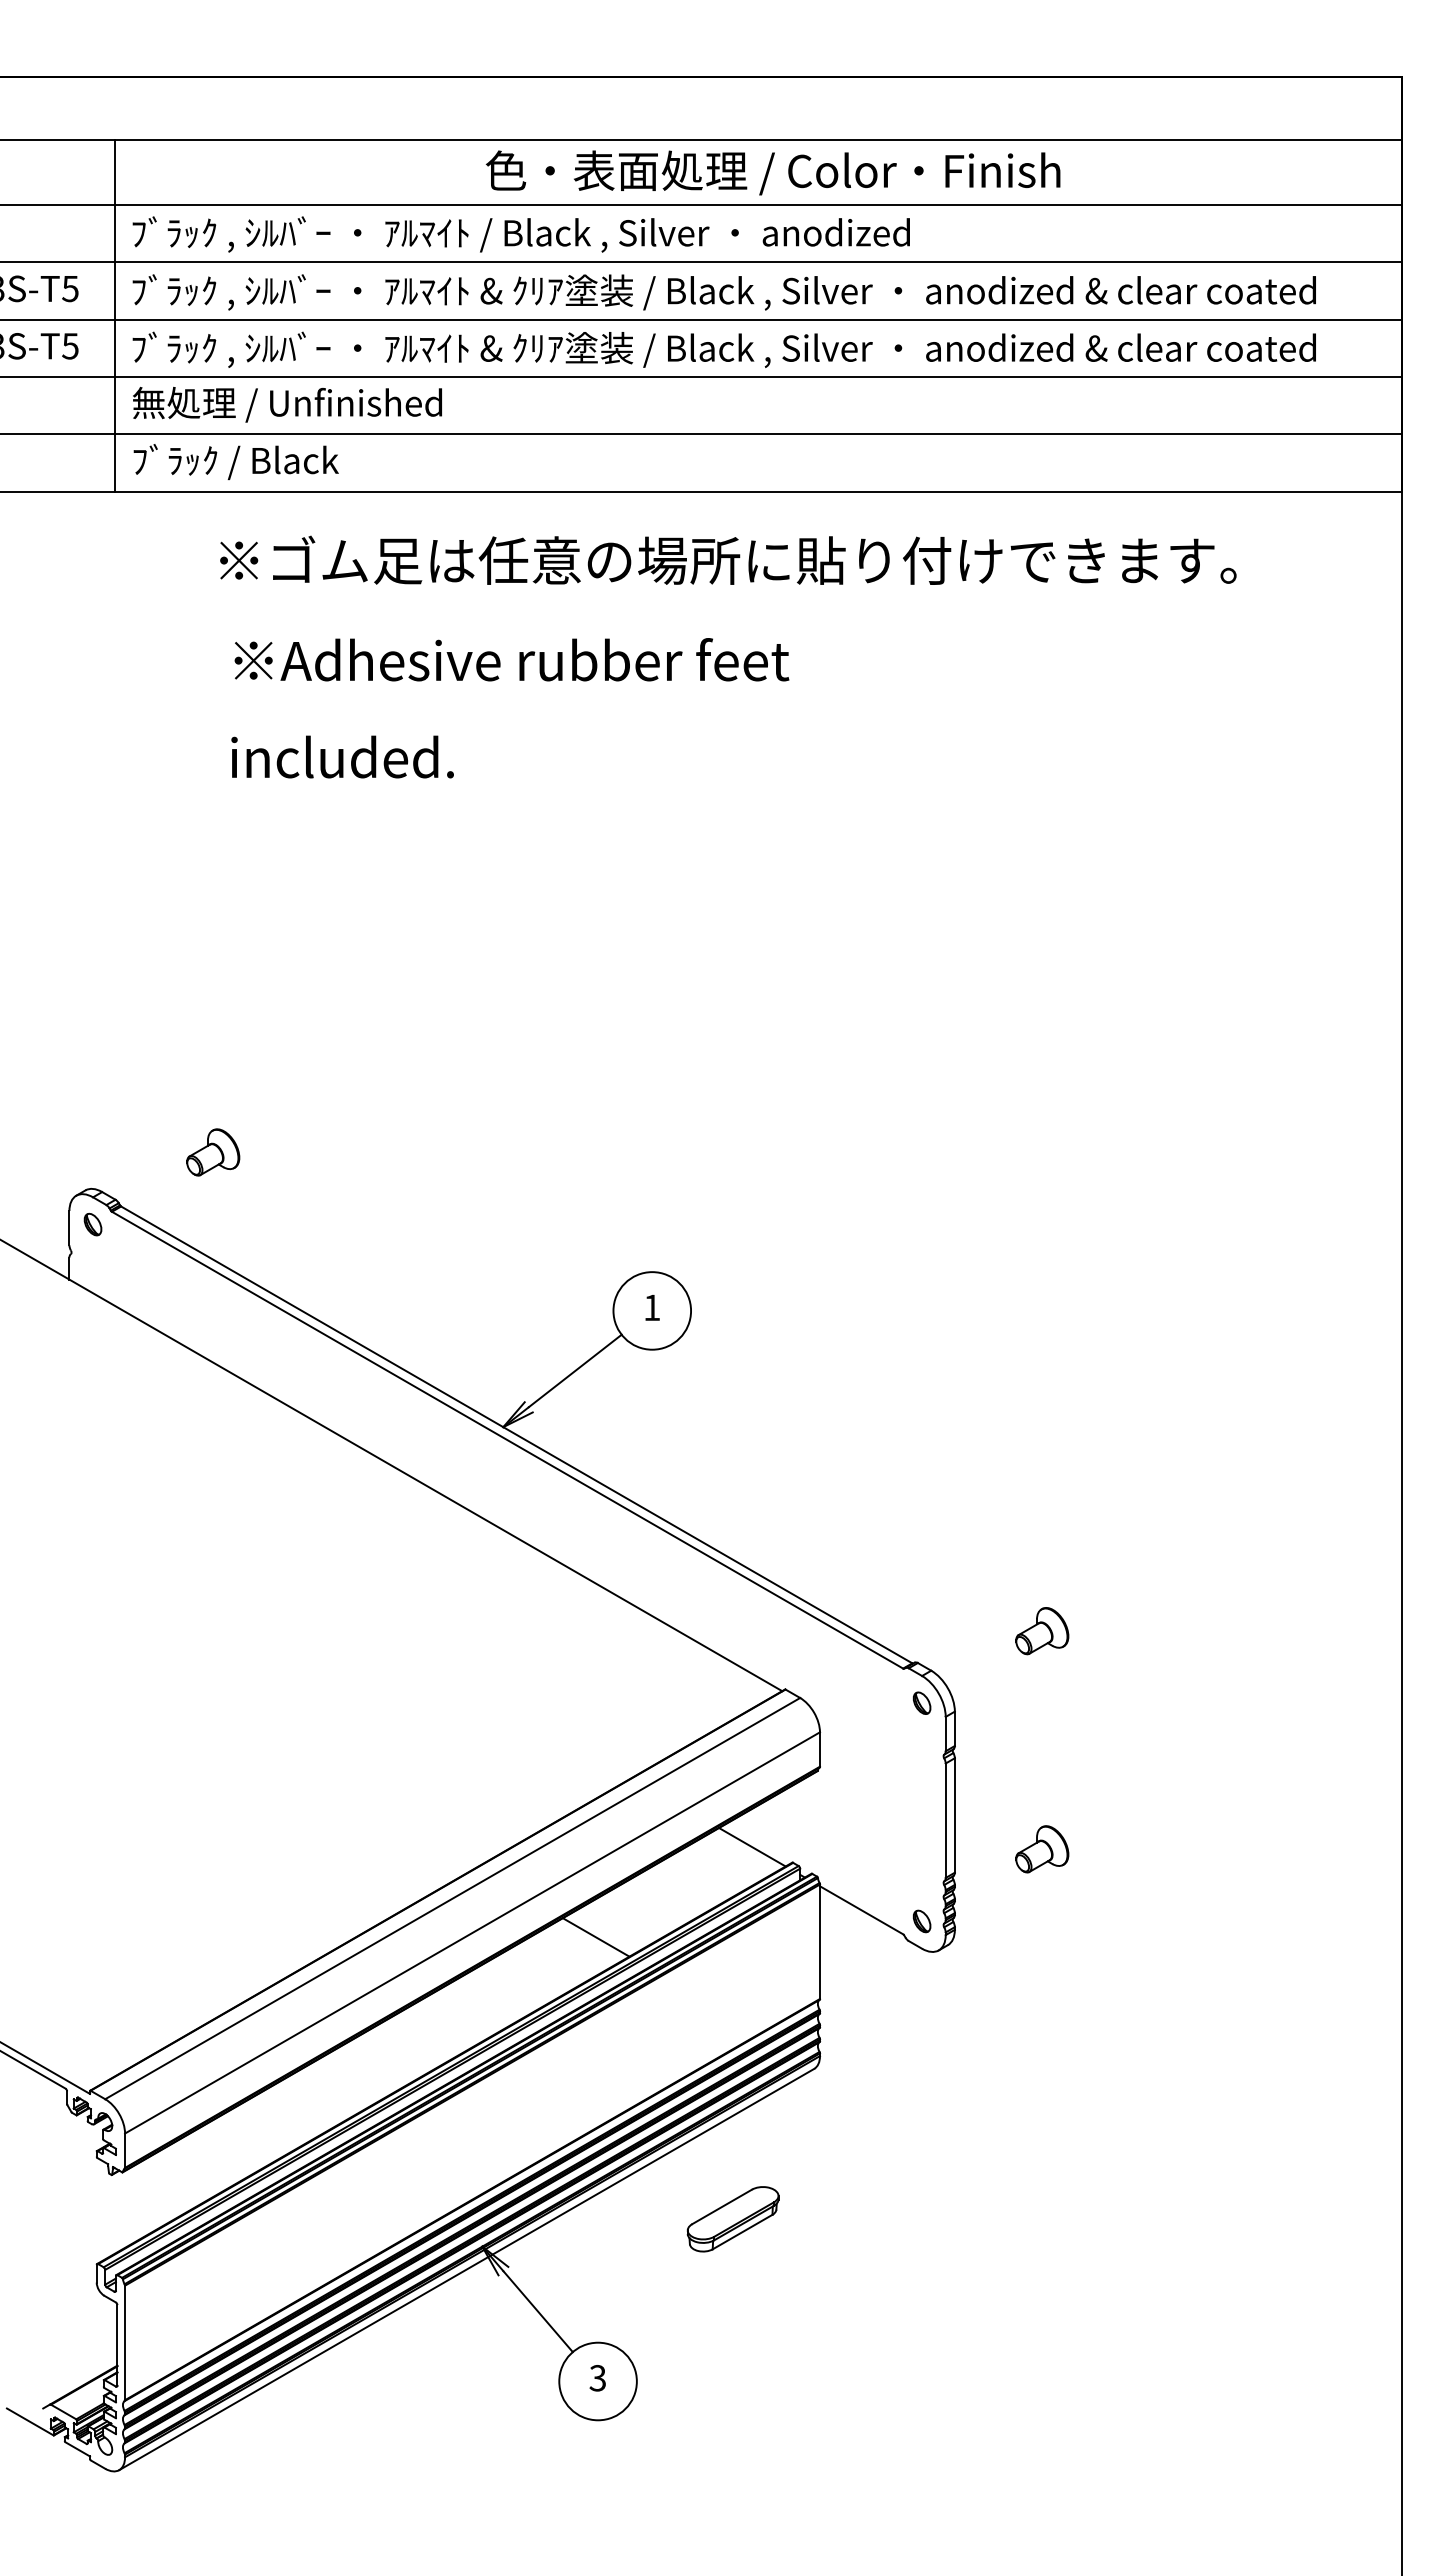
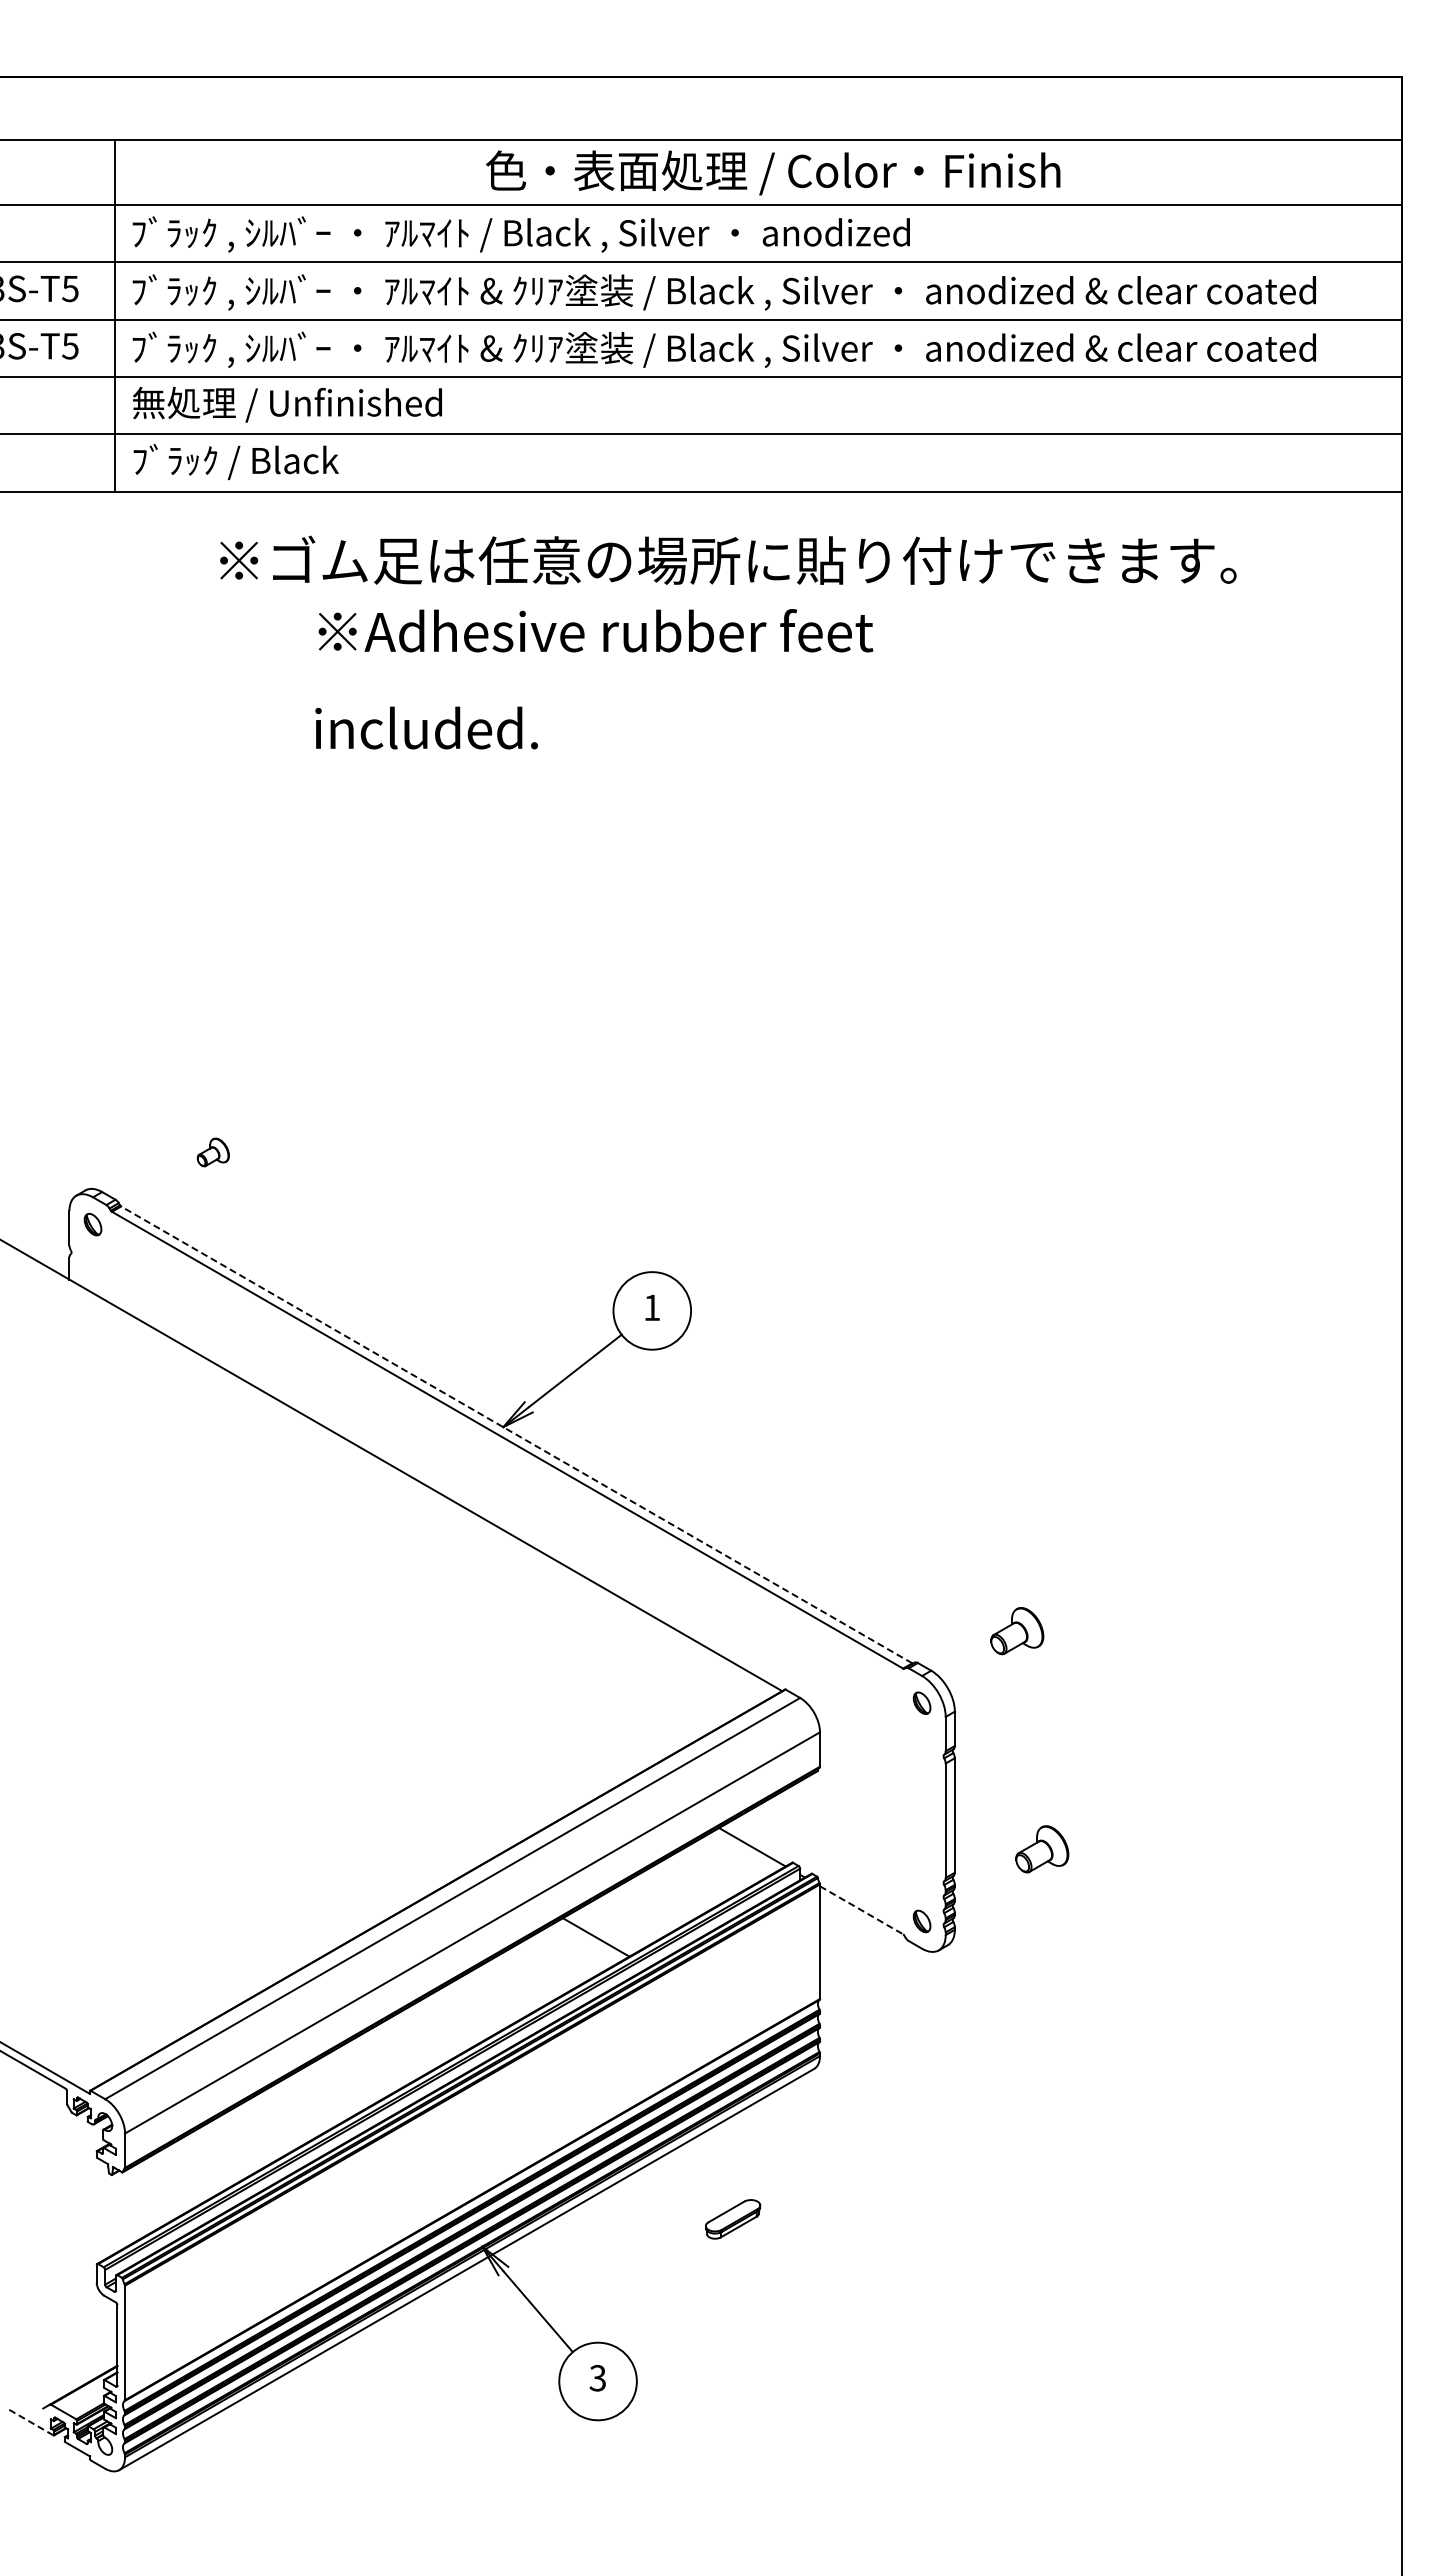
text at (510, 708) position: (510, 708) -> (594, 679)
part at (213, 1152) size: 55x49 px -> 34x31 px
line at (516, 1434): solid -> dashed
part at (1042, 1631) position: (1042, 1631) -> (1017, 1631)
line at (862, 1910): solid -> dashed
part at (732, 2219) size: 94x67 px -> 57x41 px
line at (30, 2421): solid -> dashed
